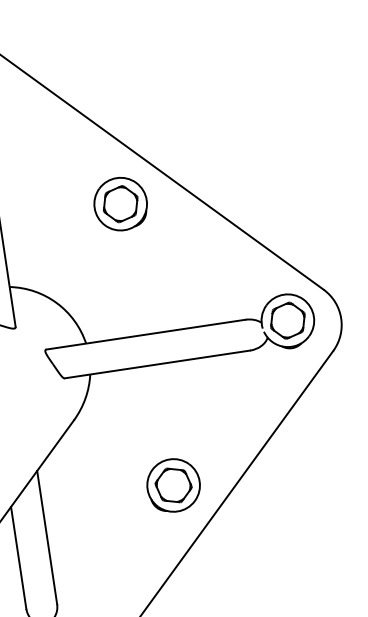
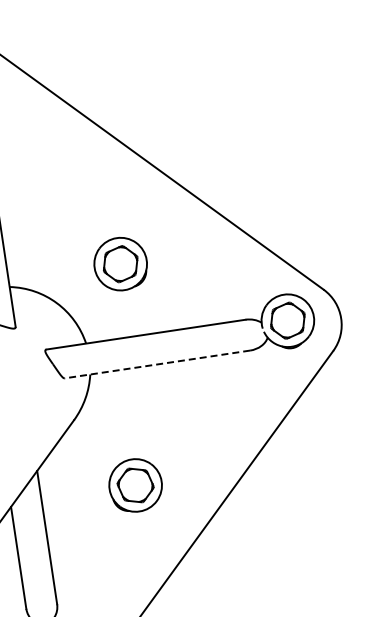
part at (120, 203) position: (120, 203) -> (120, 263)
line at (157, 364): solid -> dashed
part at (173, 485) position: (173, 485) -> (135, 485)
